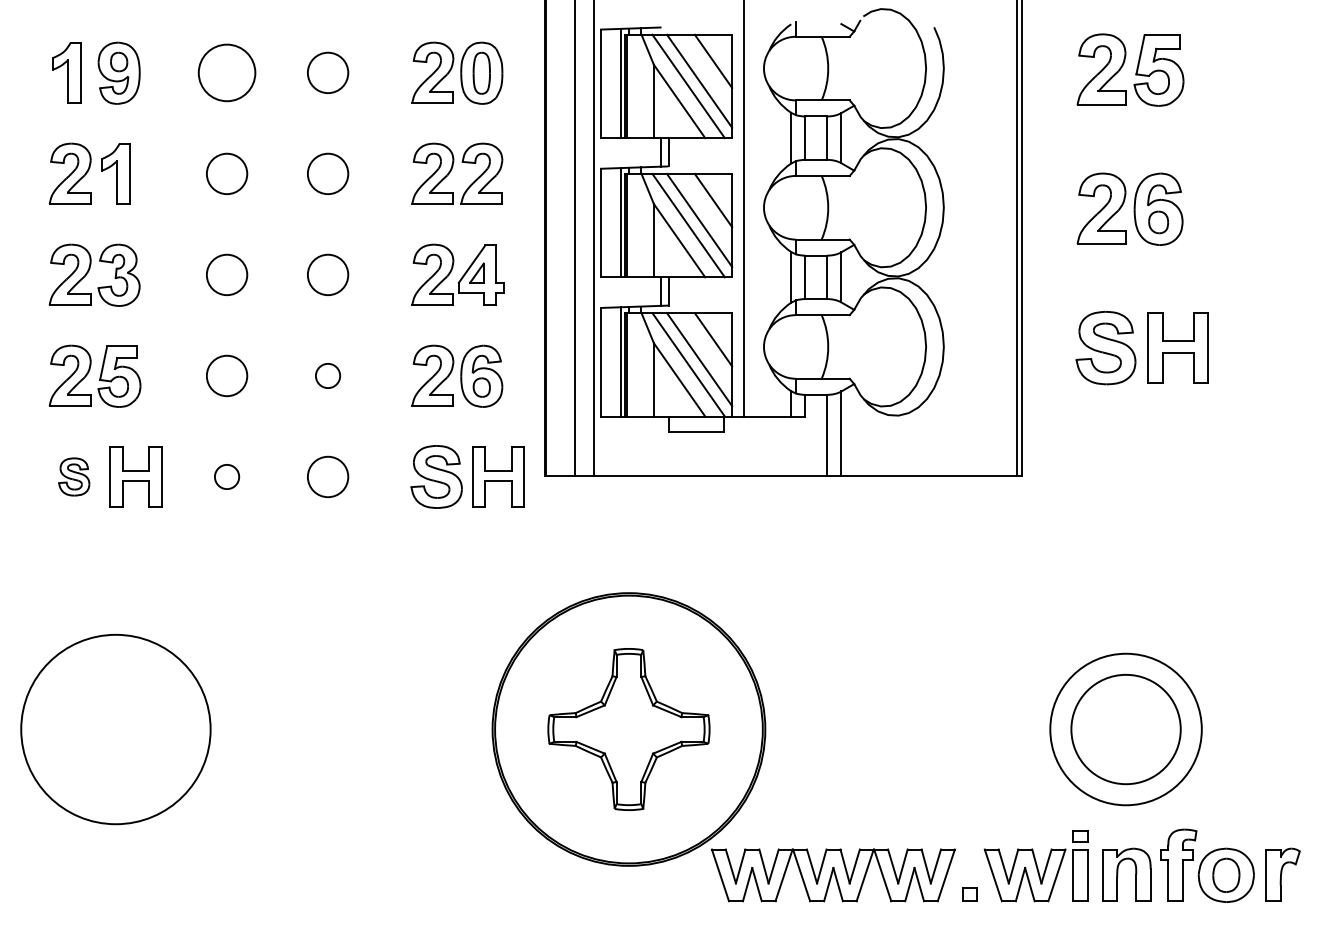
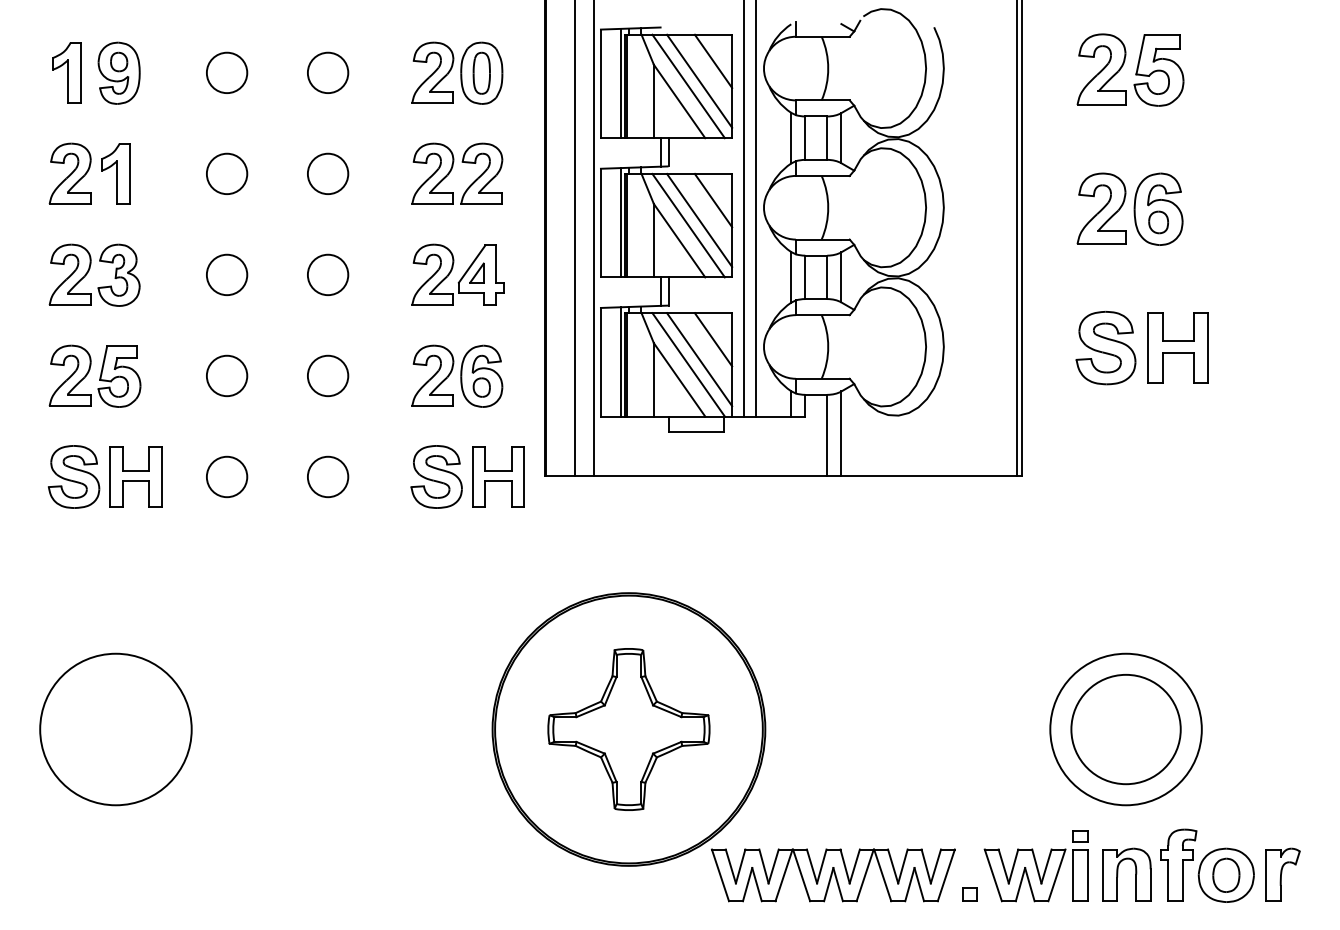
circle at (226, 72) diameter: 57 px -> 40 px
line at (756, 209): none -> present
circle at (327, 375) diameter: 24 px -> 40 px
part at (74, 476) size: 33x40 px -> 53x64 px
circle at (226, 476) diameter: 24 px -> 40 px
circle at (115, 729) size: 192x193 px -> 154x155 px
